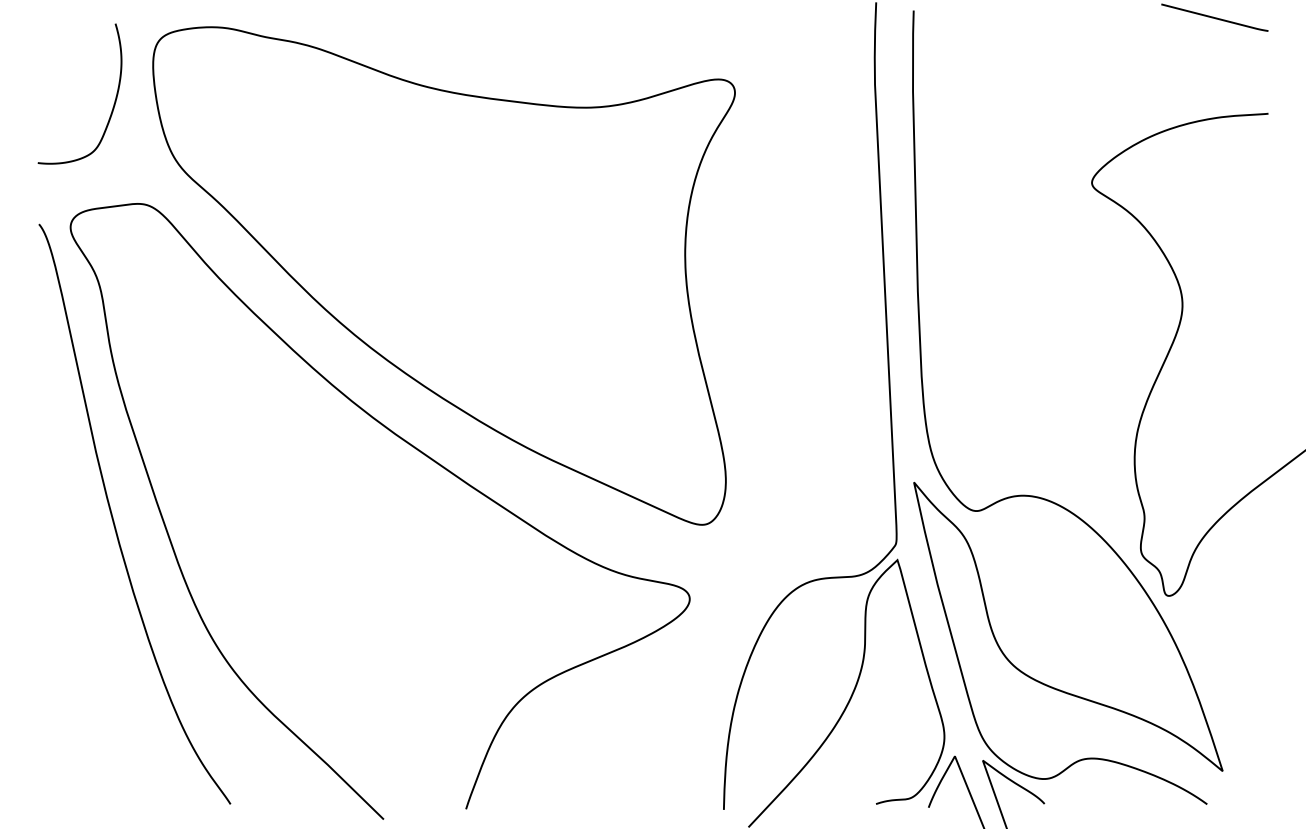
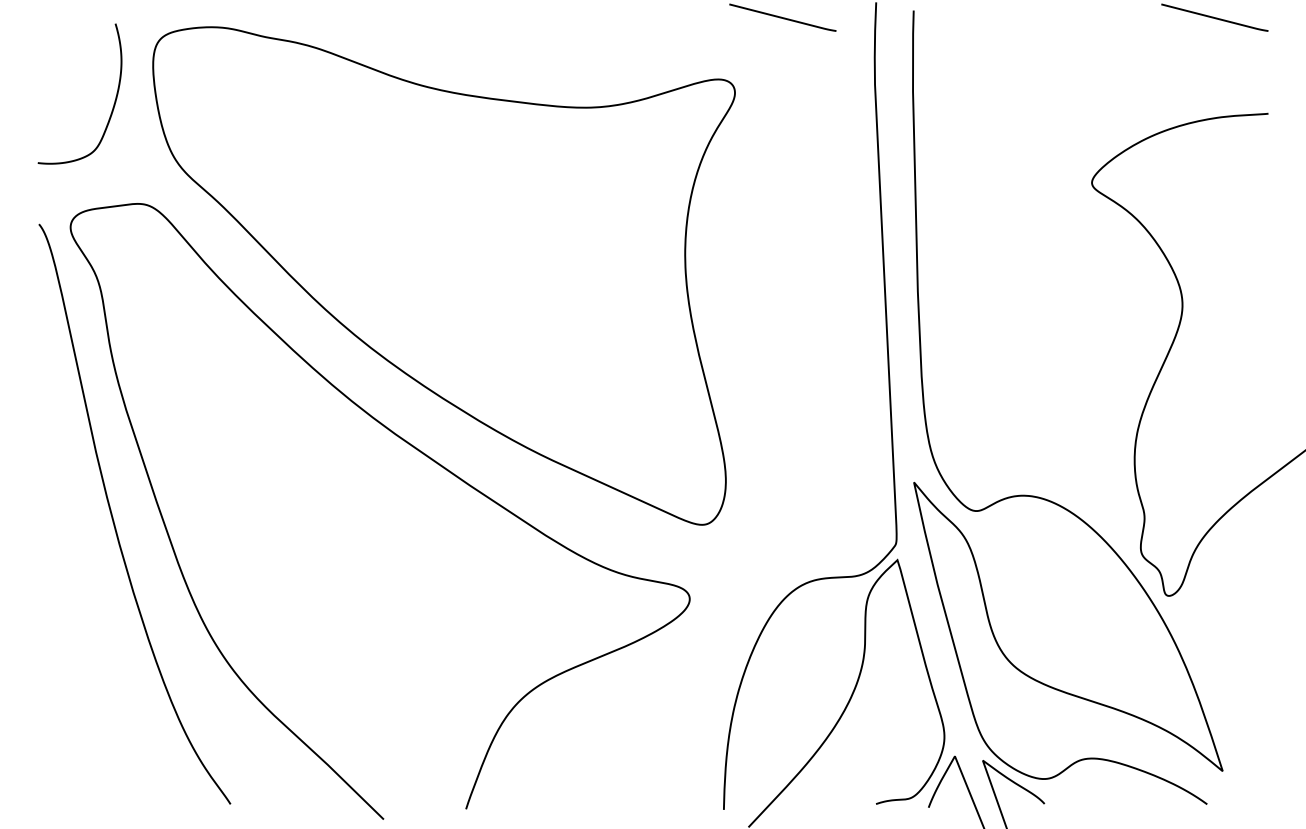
line at (782, 17): none -> present
